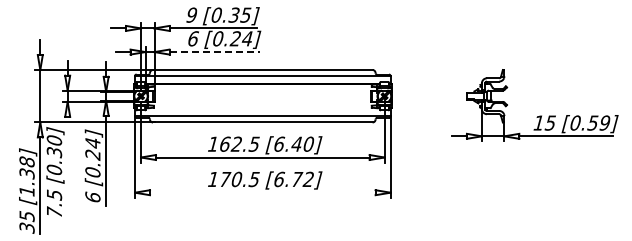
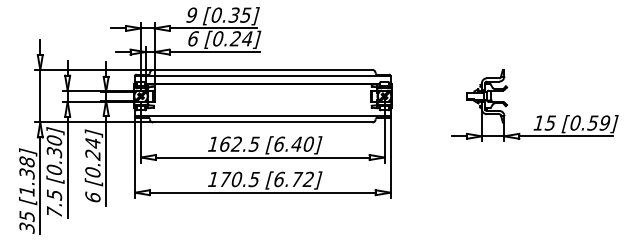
line at (215, 52): dashed -> solid
line at (67, 166): none -> present
line at (262, 192): none -> present
